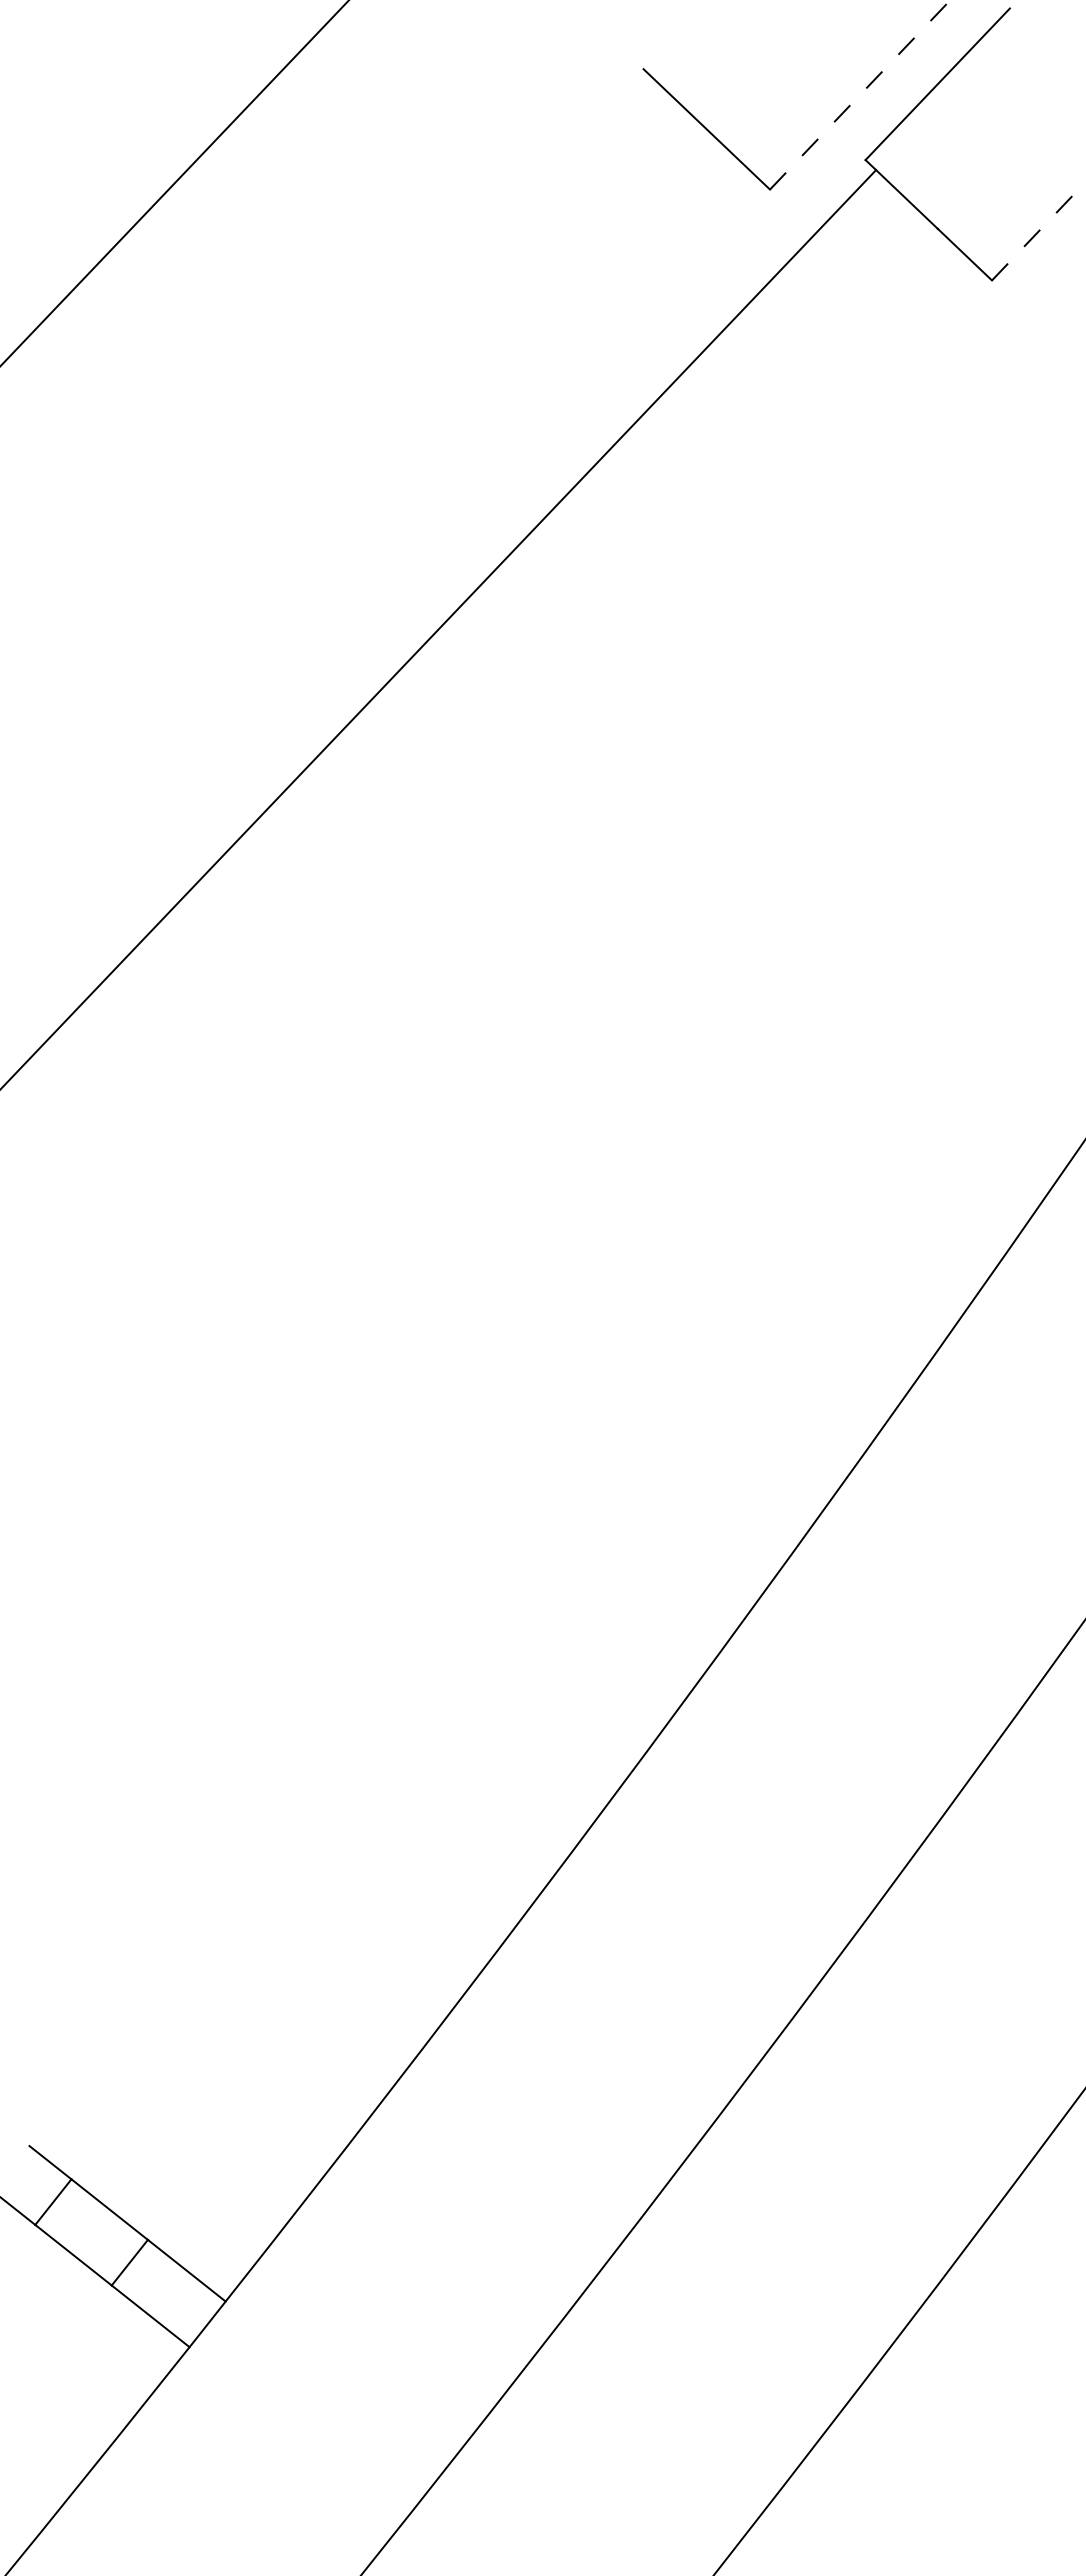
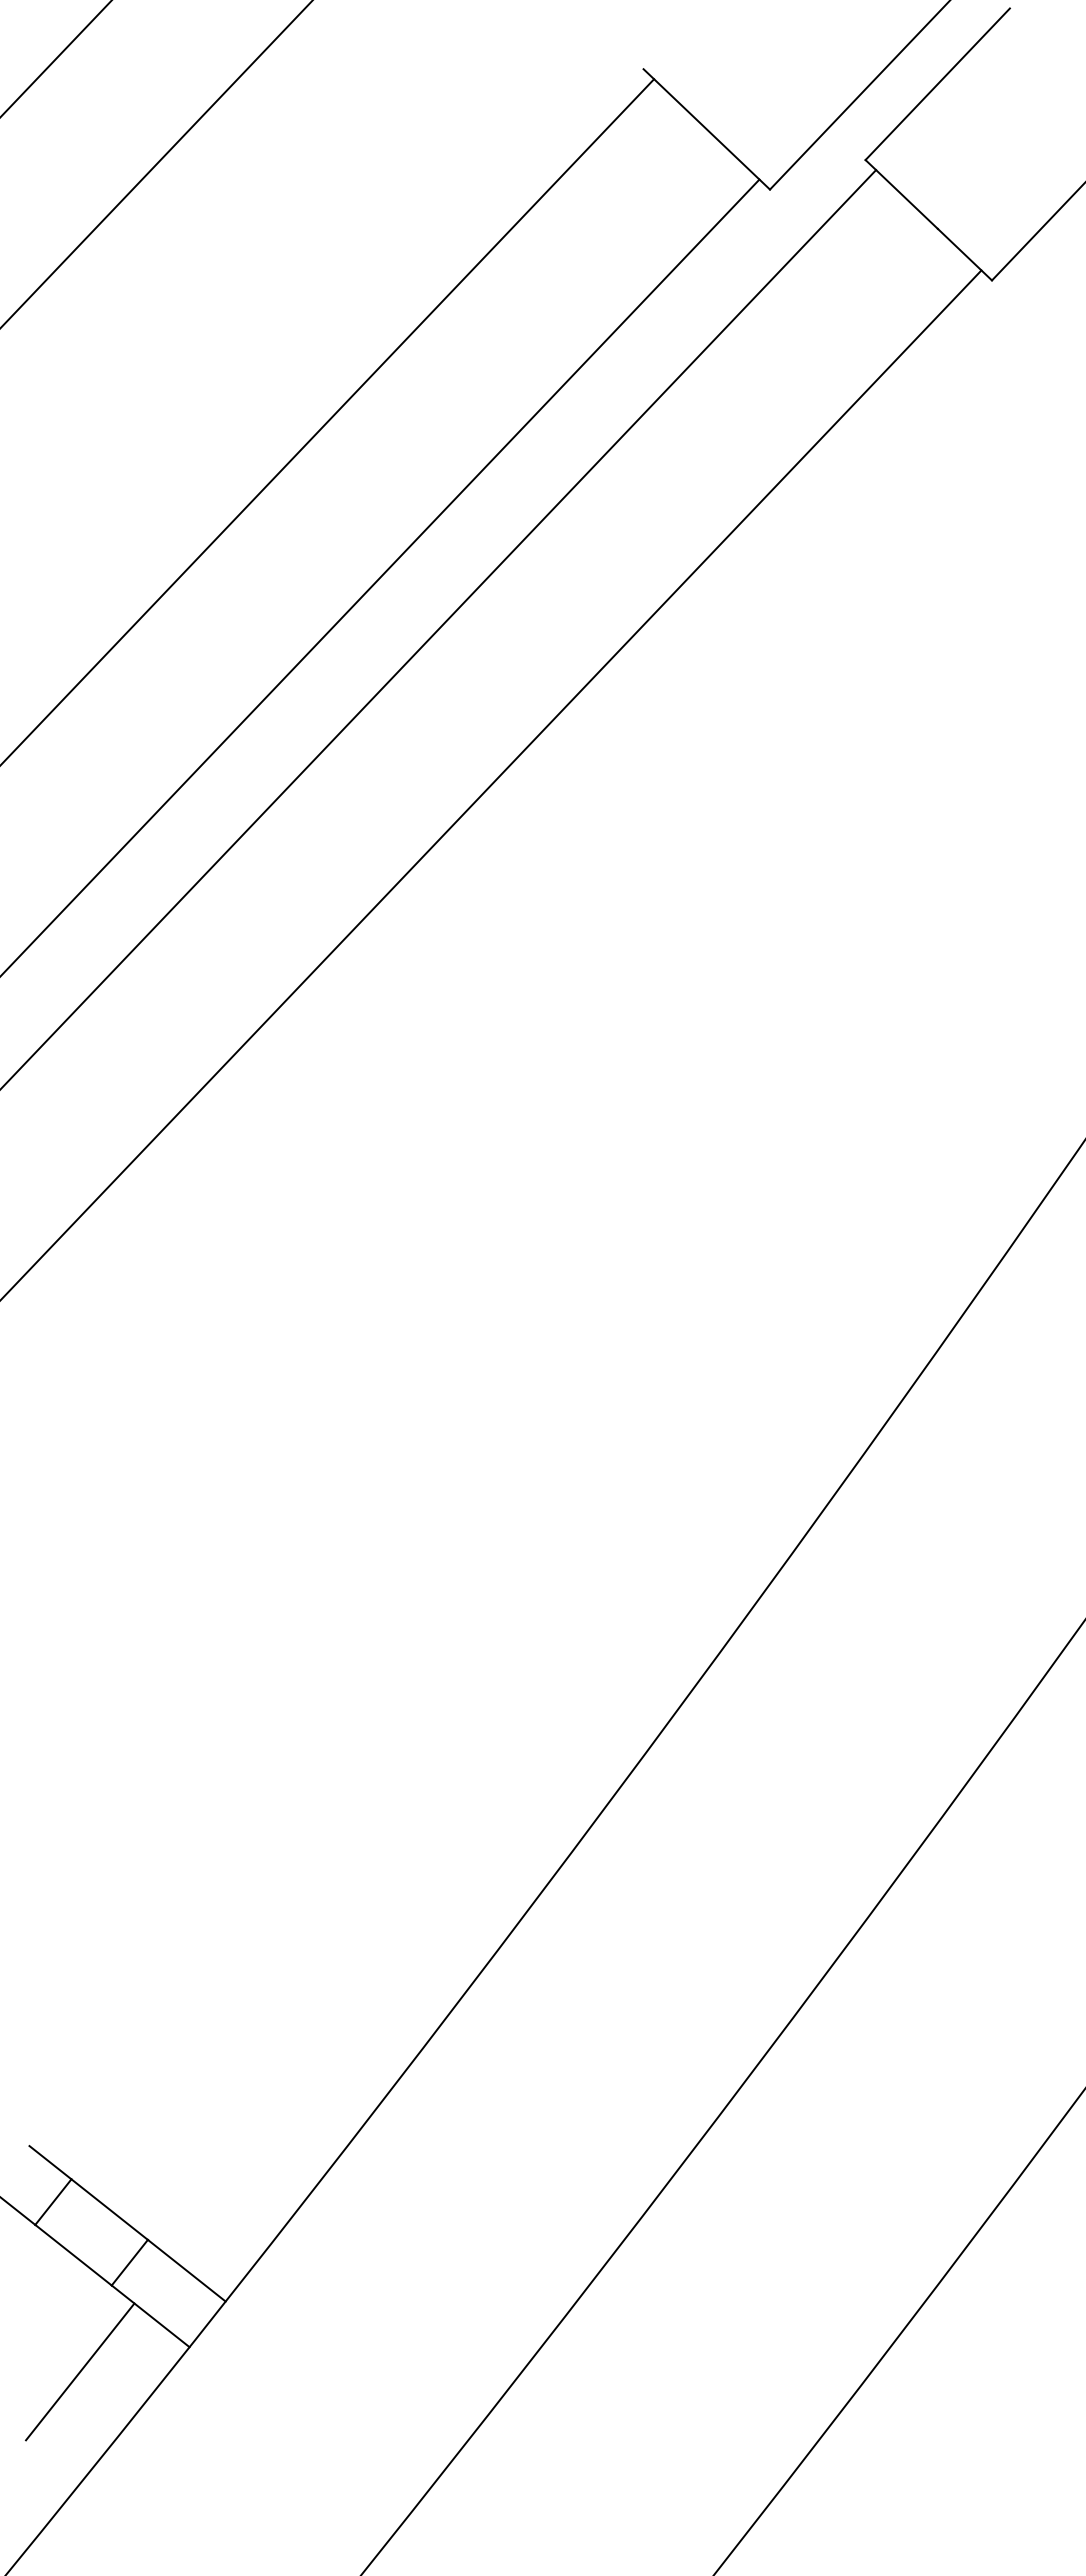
line at (56, 58): none -> present
line at (860, 94): dashed -> solid
line at (174, 183) position: (174, 183) -> (156, 164)
line at (1038, 231): dashed -> solid
line at (328, 421): none -> present
line at (380, 576): none -> present
line at (491, 784): none -> present
line at (80, 2371): none -> present
